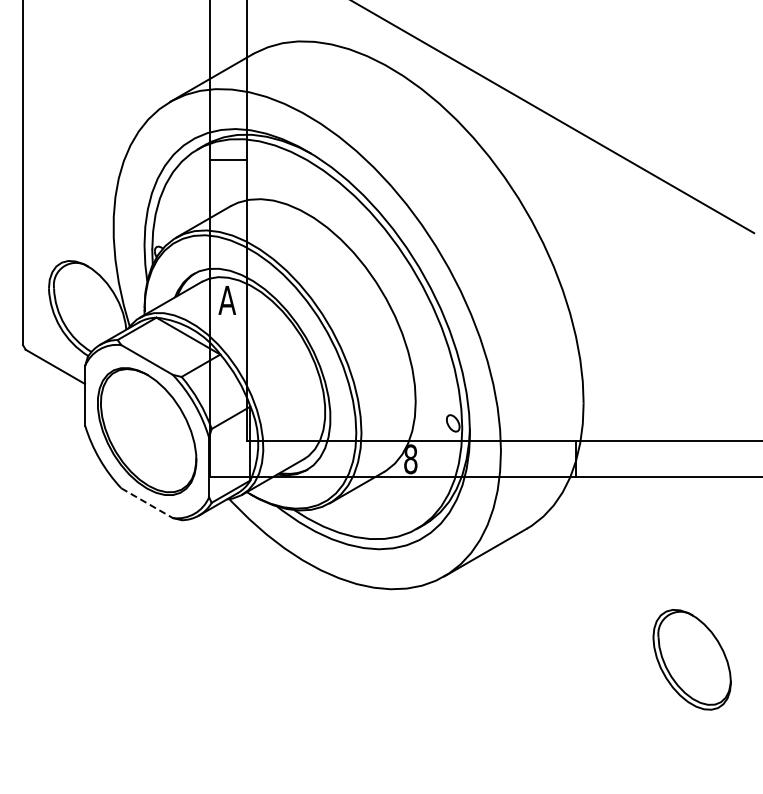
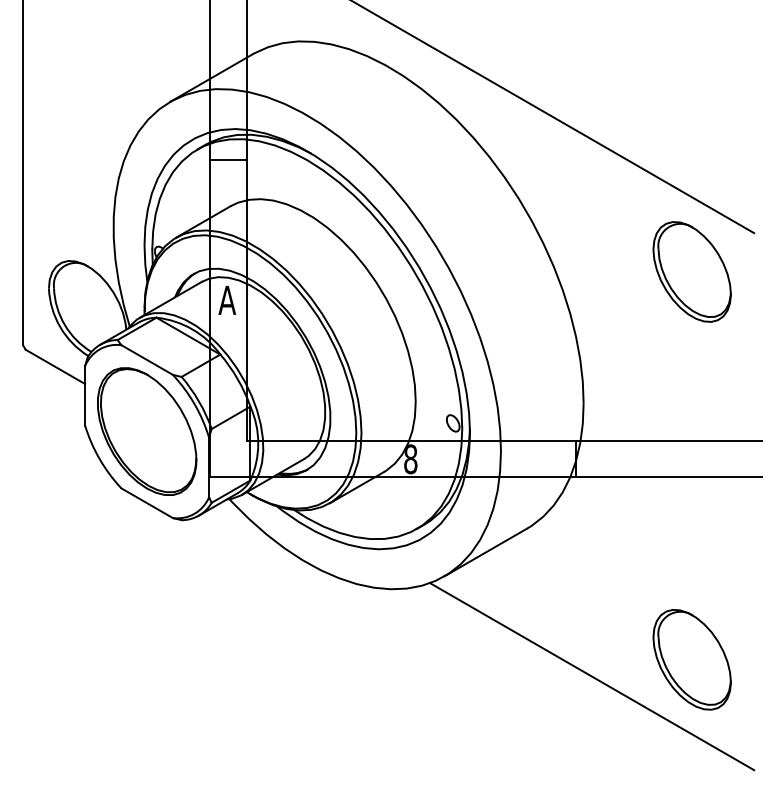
part at (691, 271): none -> present
line at (147, 503): dashed -> solid
line at (592, 676): none -> present
